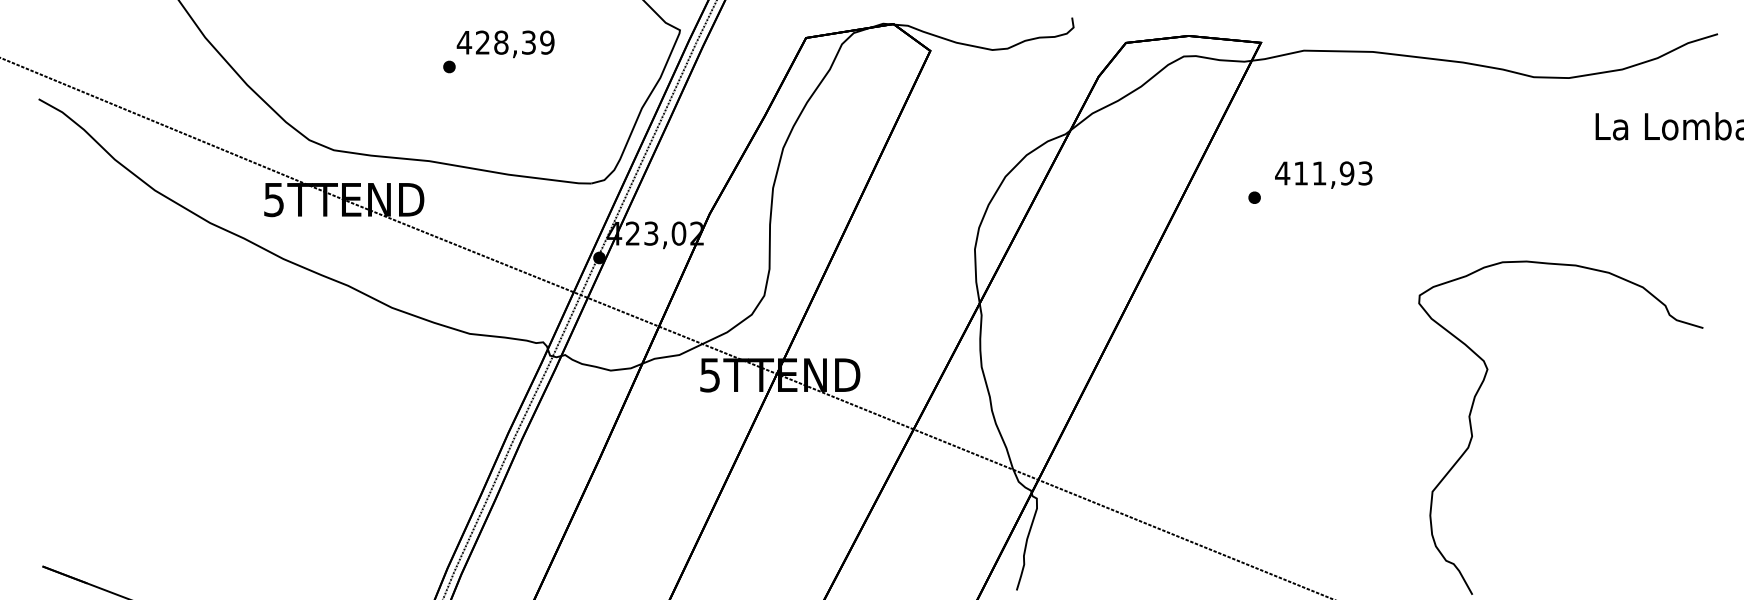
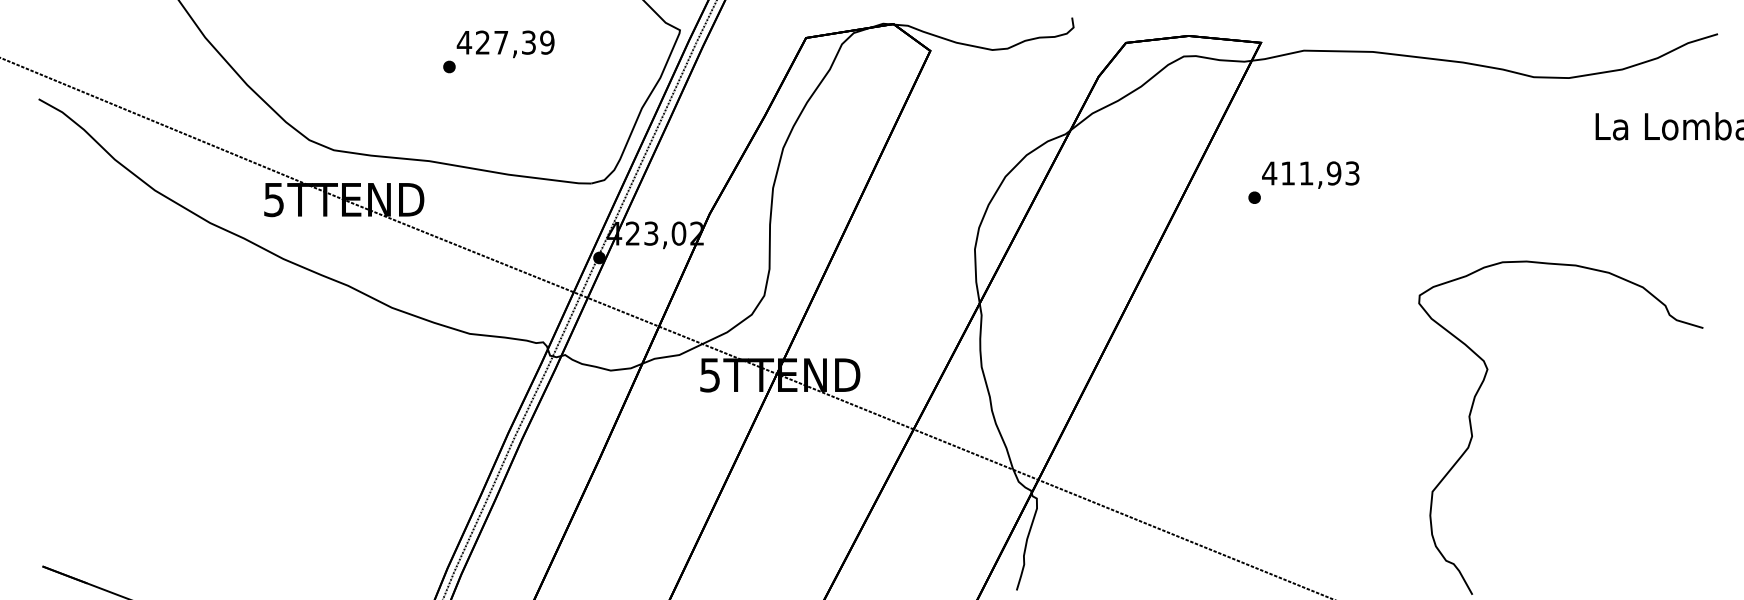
text at (501, 42): 428,39 -> 427,39
text at (1323, 174) position: (1323, 174) -> (1310, 174)
